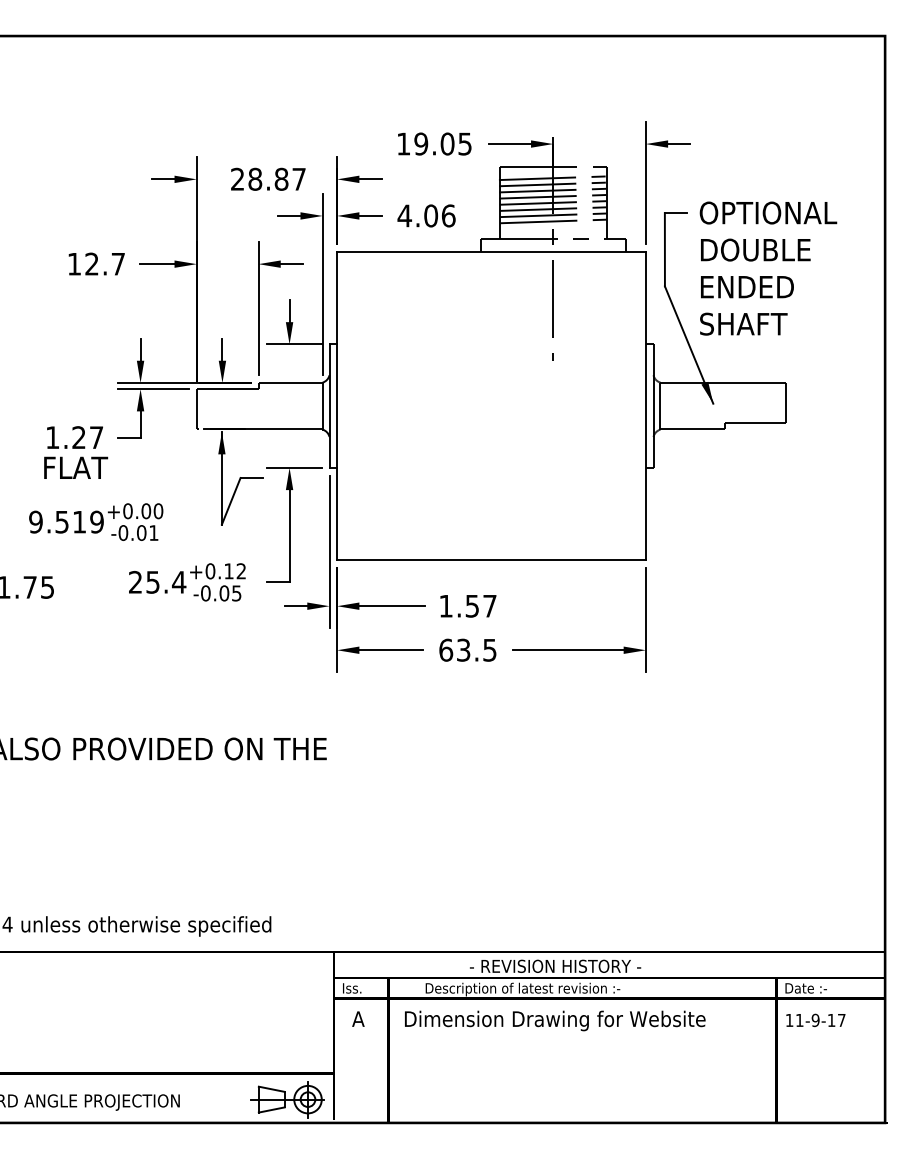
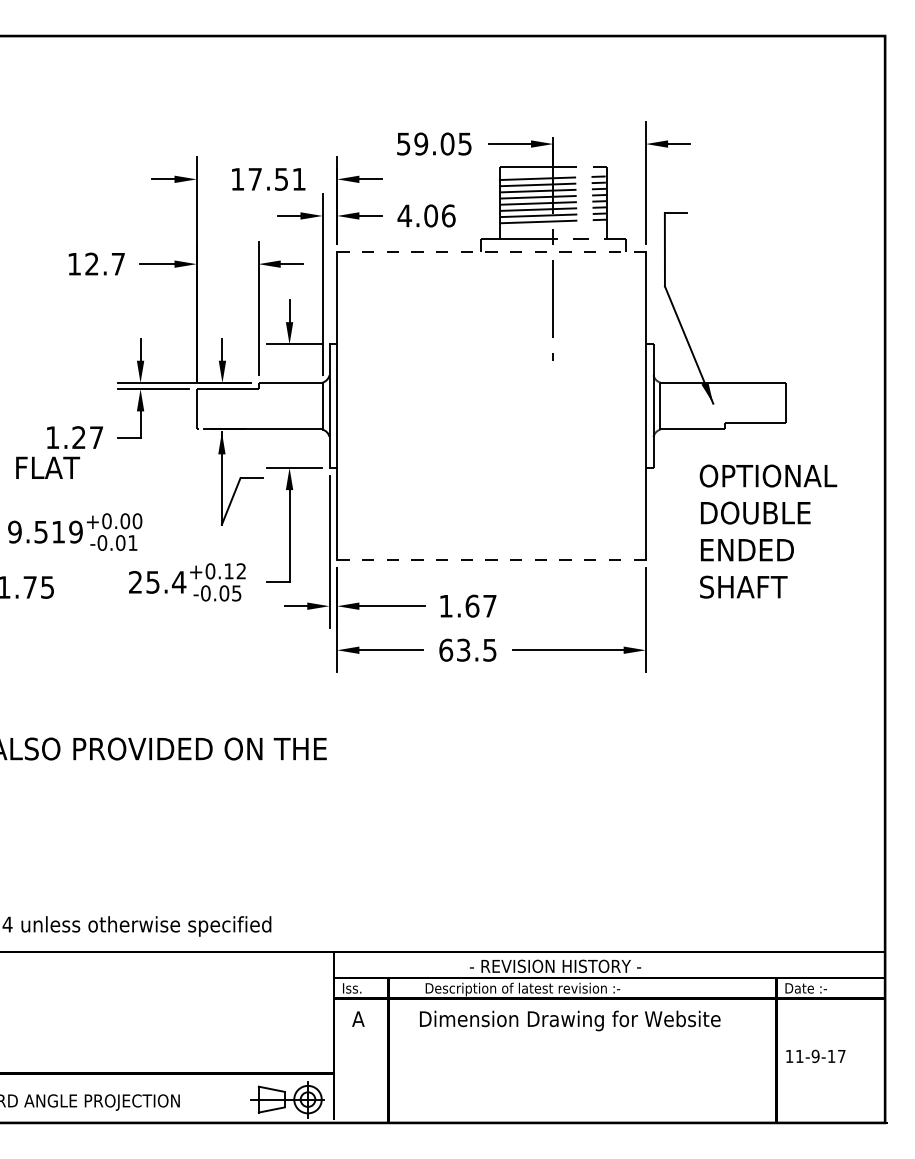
text at (403, 143): 19.05 -> 59.05
text at (268, 178): 28.87 -> 17.51
line at (491, 251): solid -> dashed
text at (768, 268) position: (768, 268) -> (768, 531)
text at (76, 467) position: (76, 467) -> (48, 467)
text at (96, 521) position: (96, 521) -> (75, 531)
line at (491, 560): solid -> dashed
text at (472, 605): 1.57 -> 1.67
text at (555, 1020) position: (555, 1020) -> (570, 1020)
text at (815, 1020) position: (815, 1020) -> (815, 1056)
